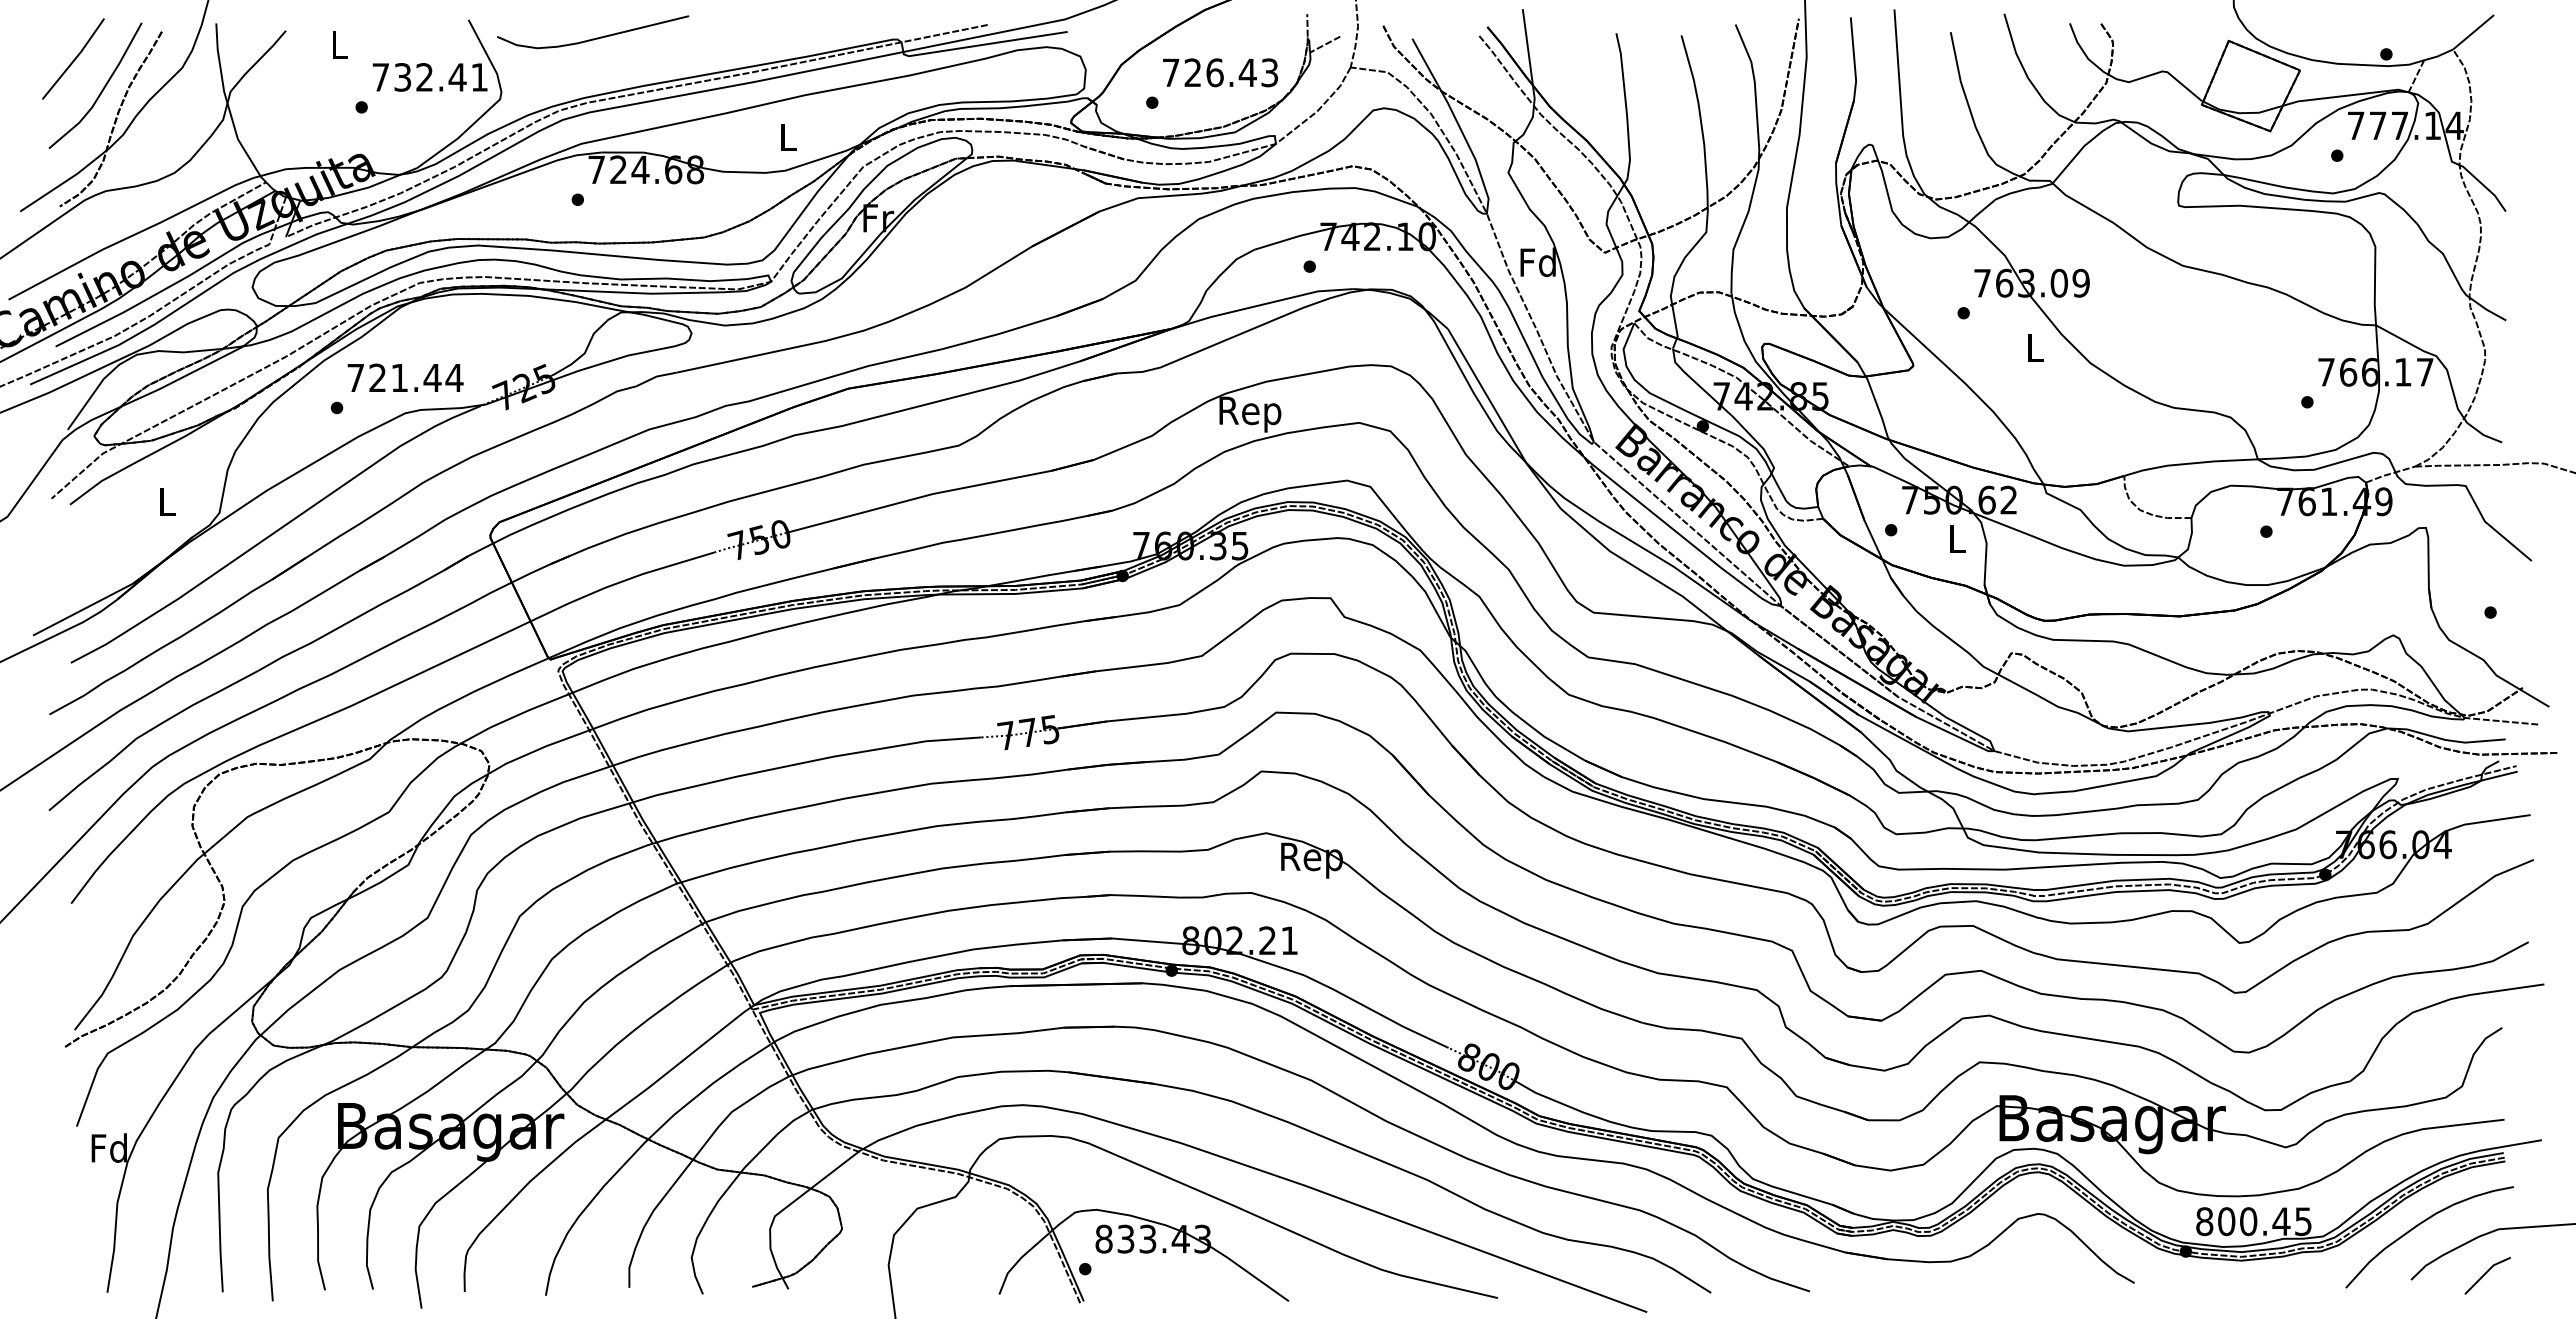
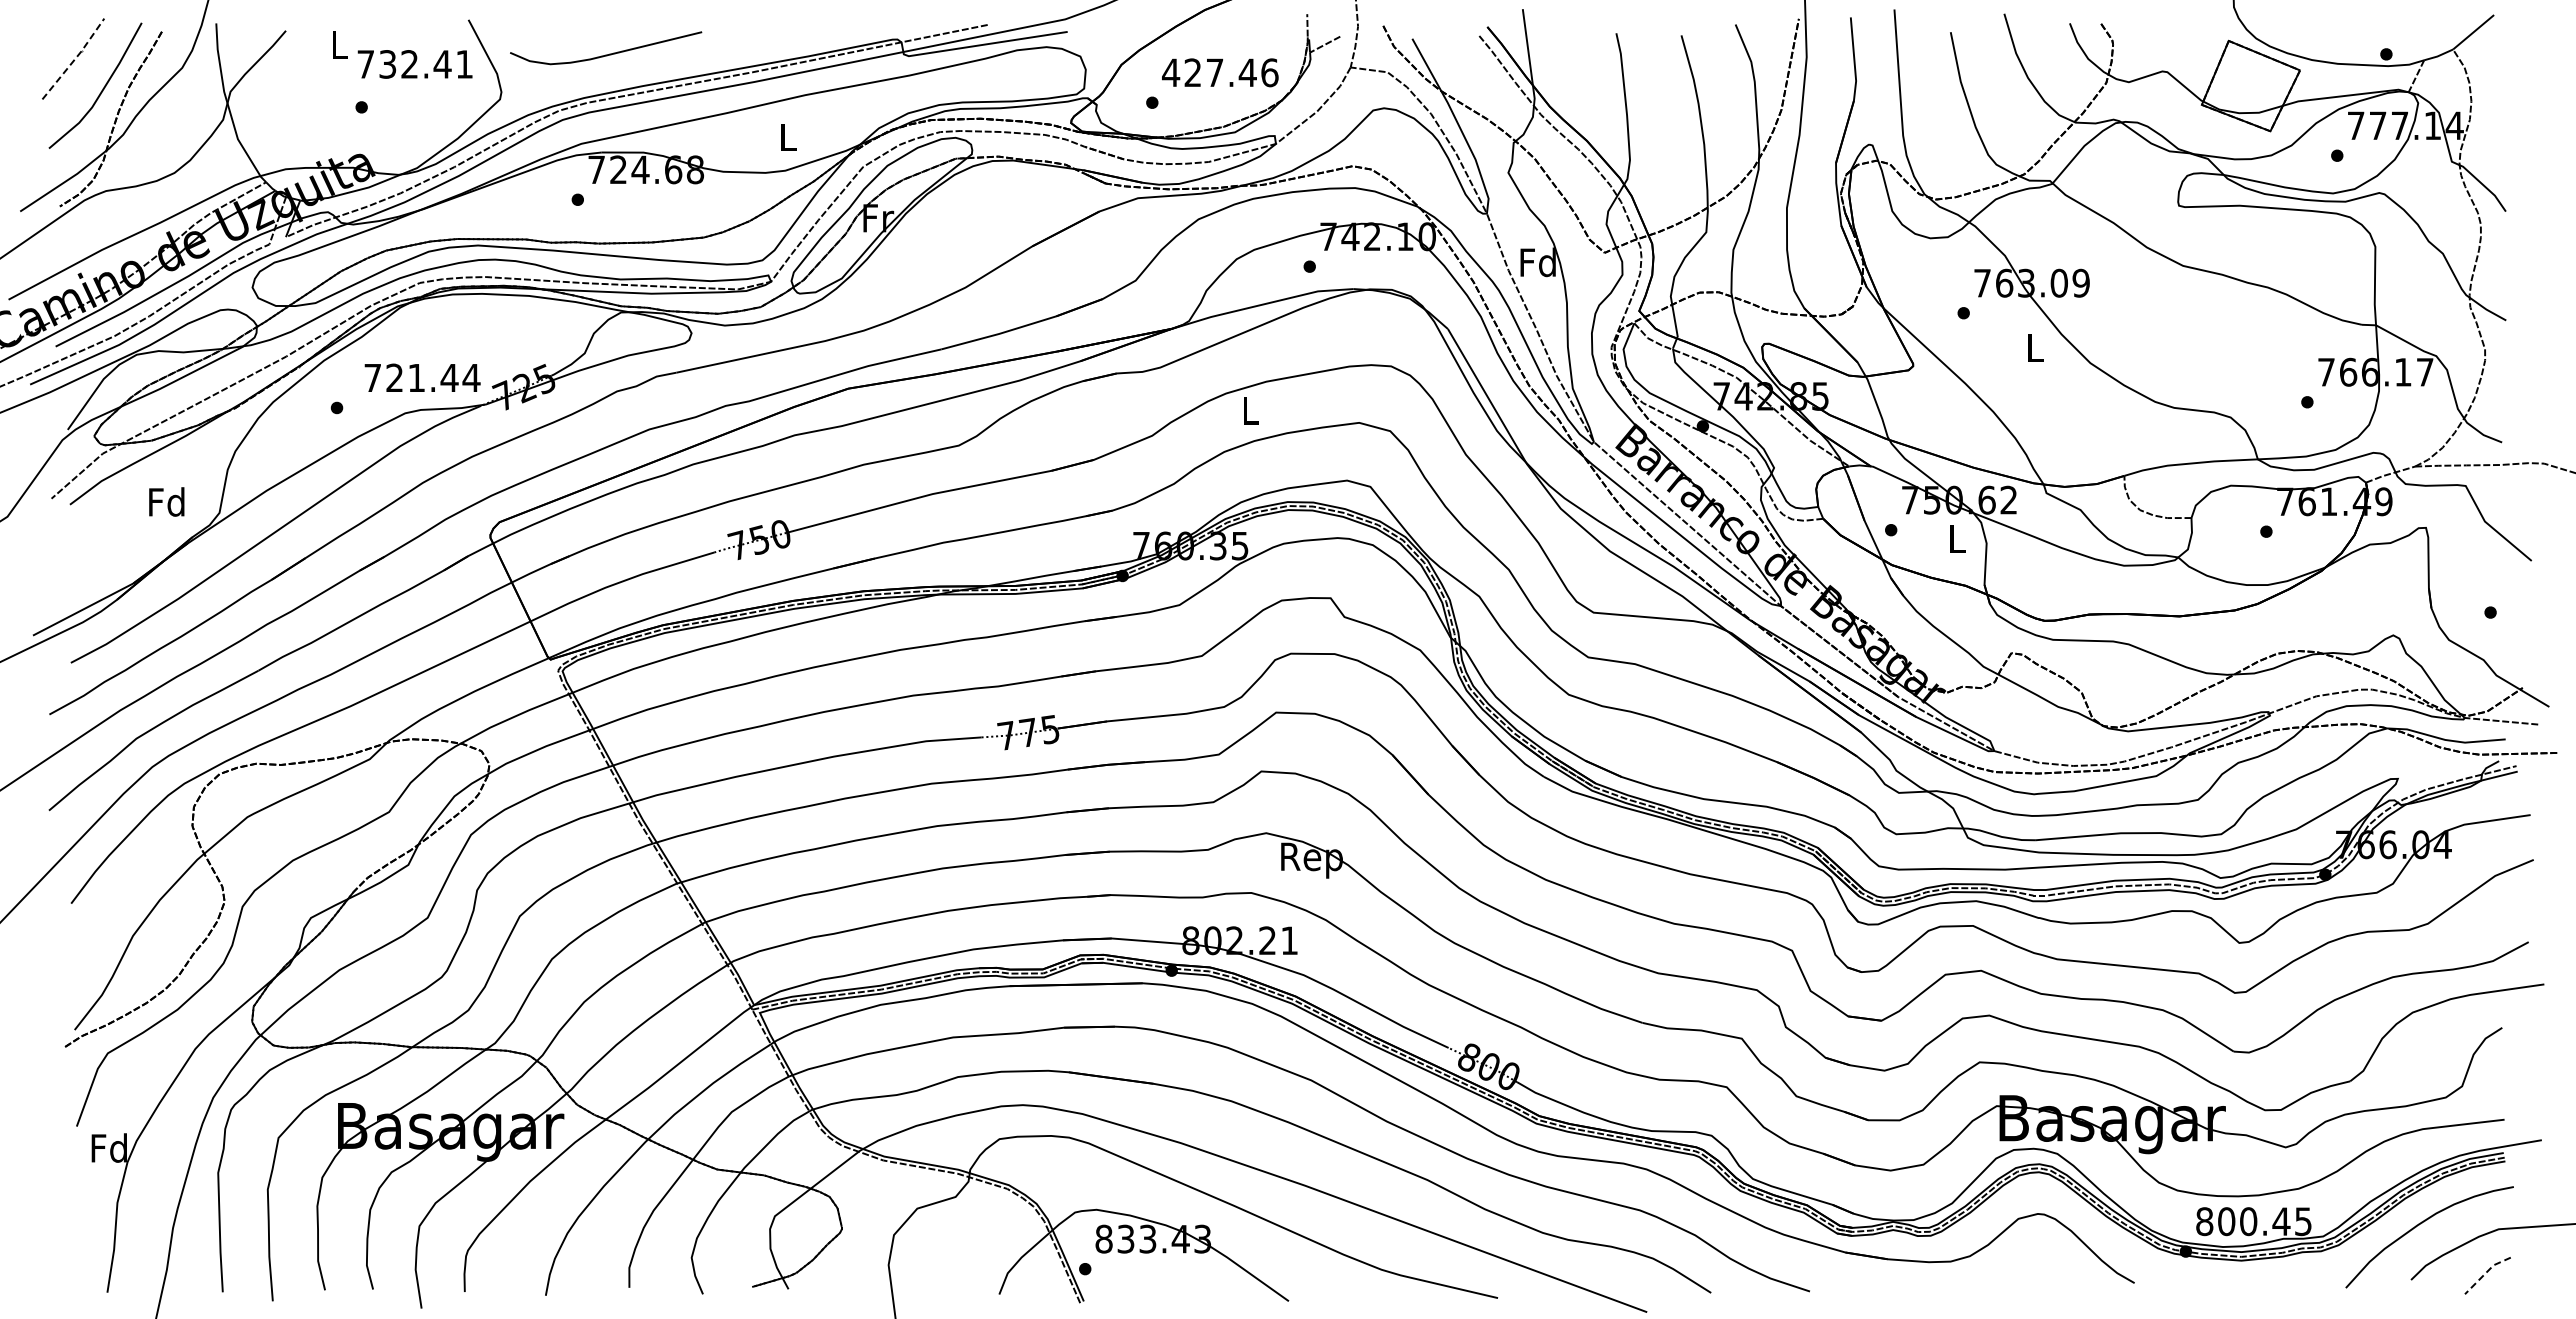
curve at (596, 37) position: (596, 37) -> (609, 53)
line at (75, 59): solid -> dashed
text at (1220, 72): 726.43 -> 427.46
text at (429, 77) position: (429, 77) -> (414, 64)
text at (405, 377) position: (405, 377) -> (422, 377)
text at (1250, 414): Rep -> L
text at (166, 501): L -> Fd
line at (2485, 1273): solid -> dashed
